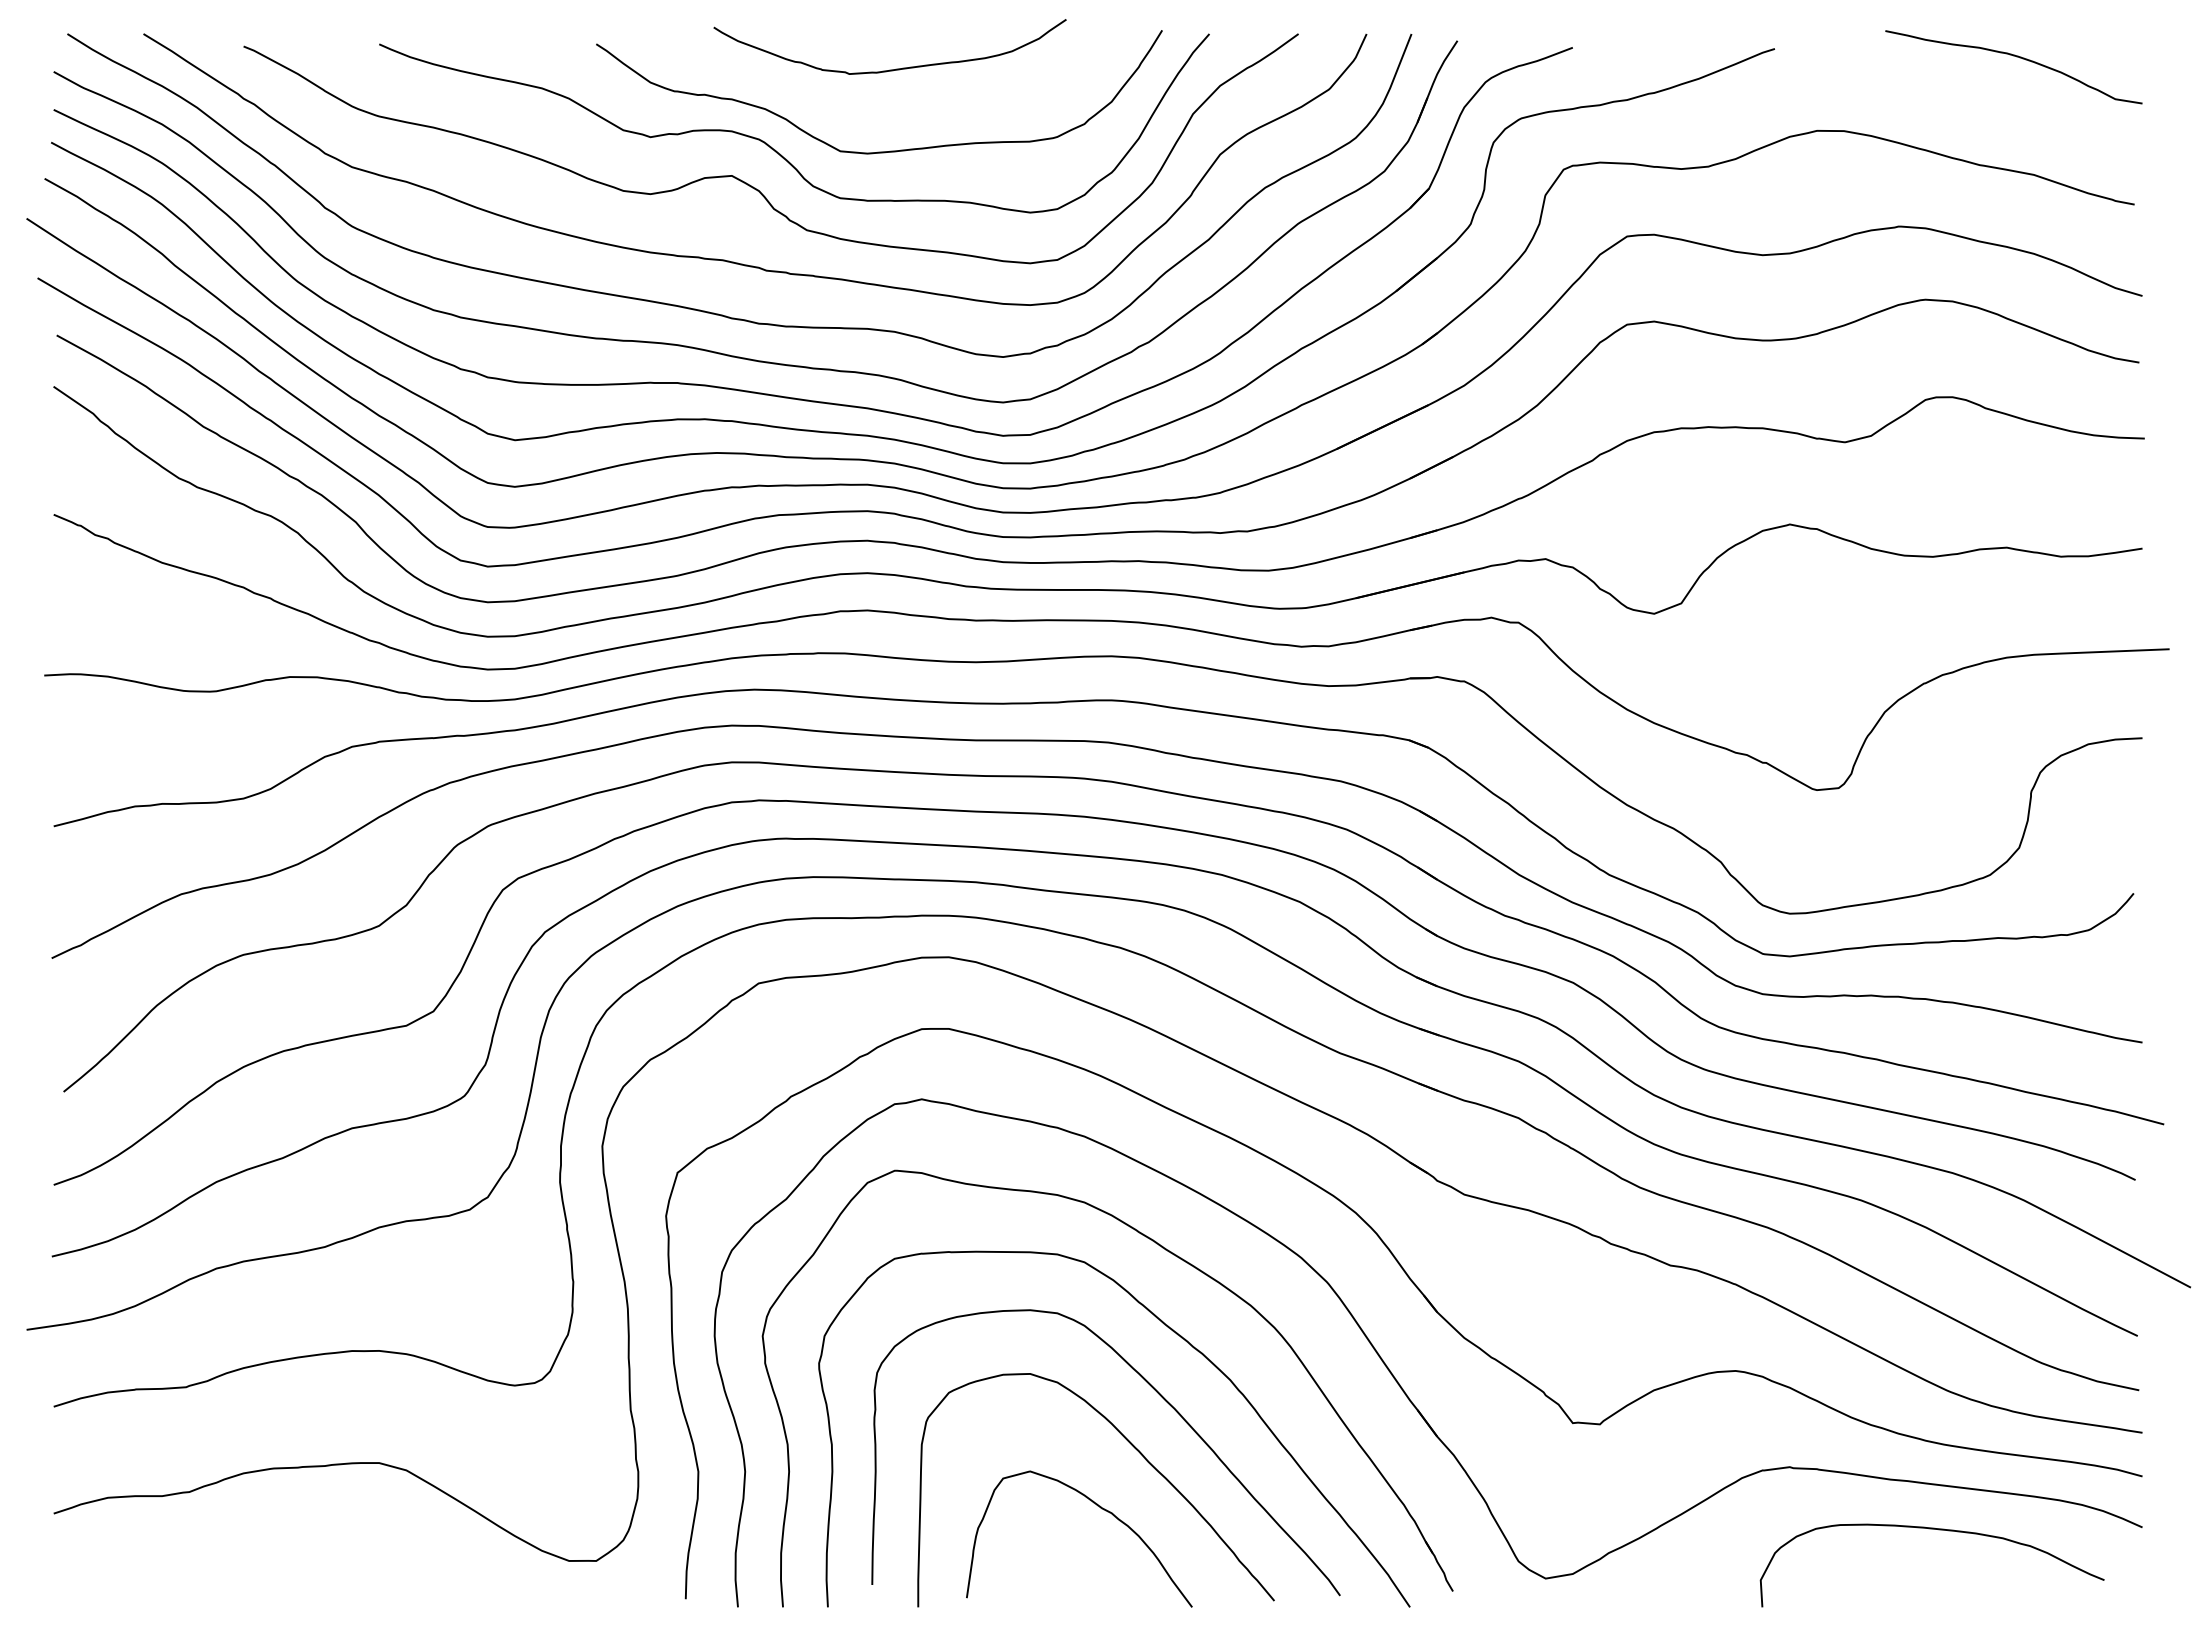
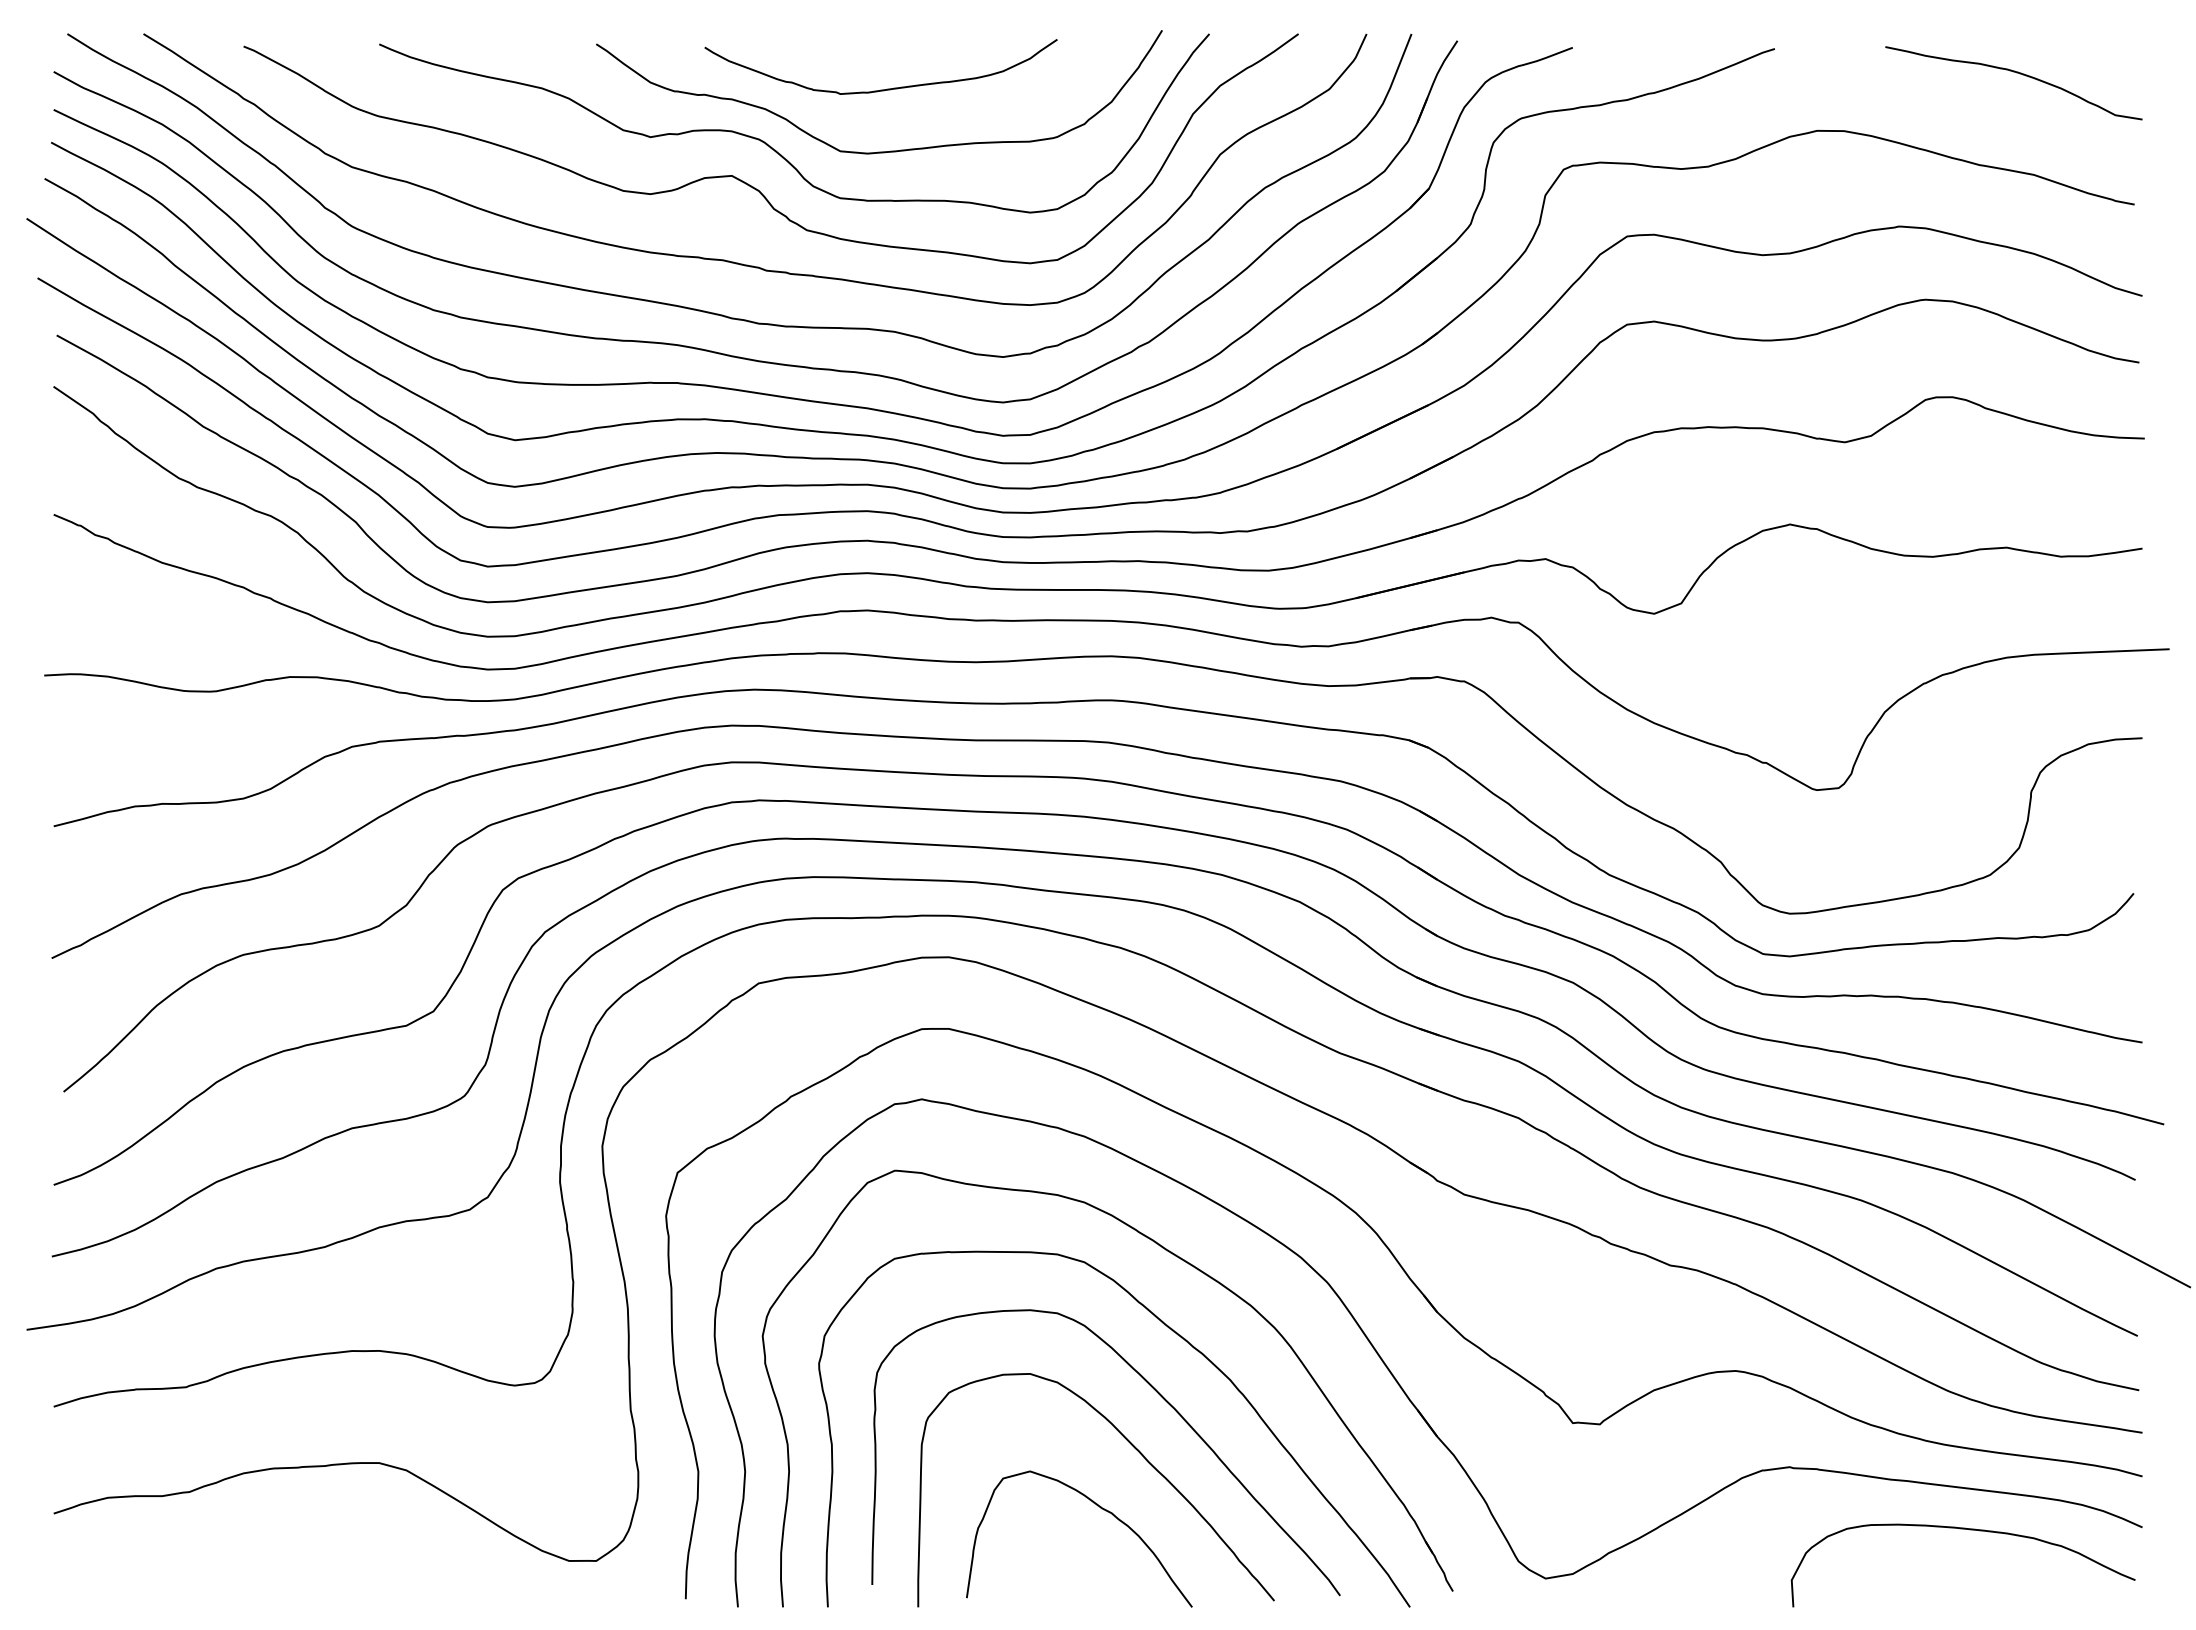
curve at (2016, 57) position: (2016, 57) -> (2016, 73)
curve at (889, 69) position: (889, 69) -> (880, 89)
curve at (1938, 1530) position: (1938, 1530) -> (1969, 1530)
